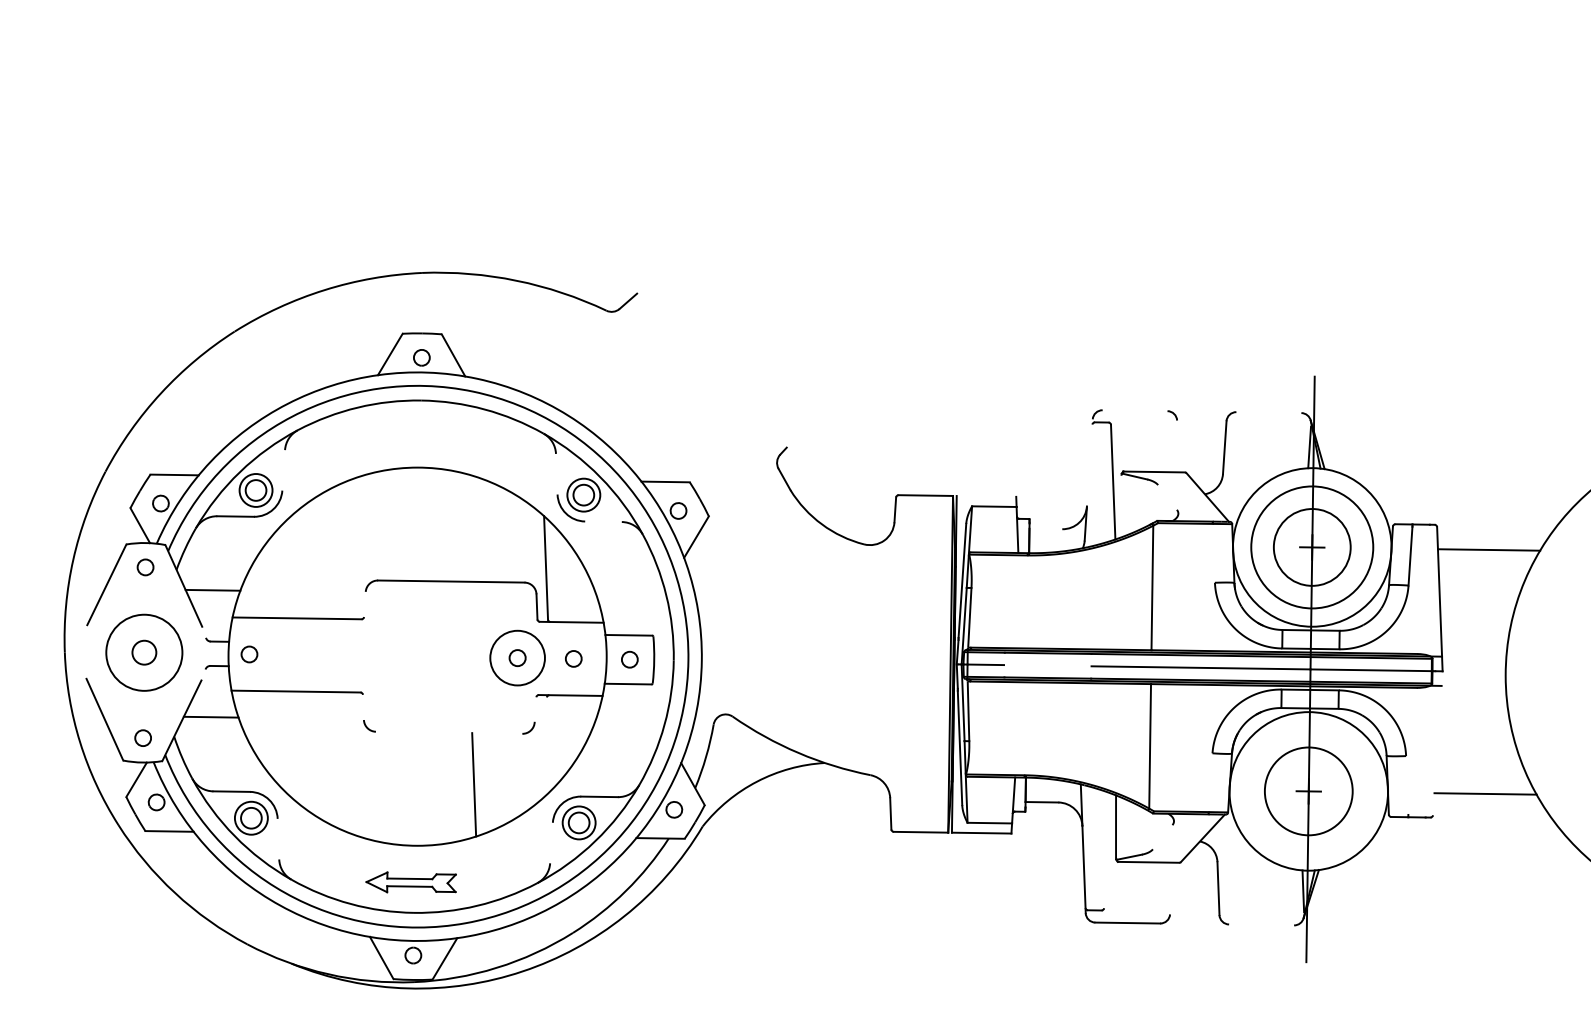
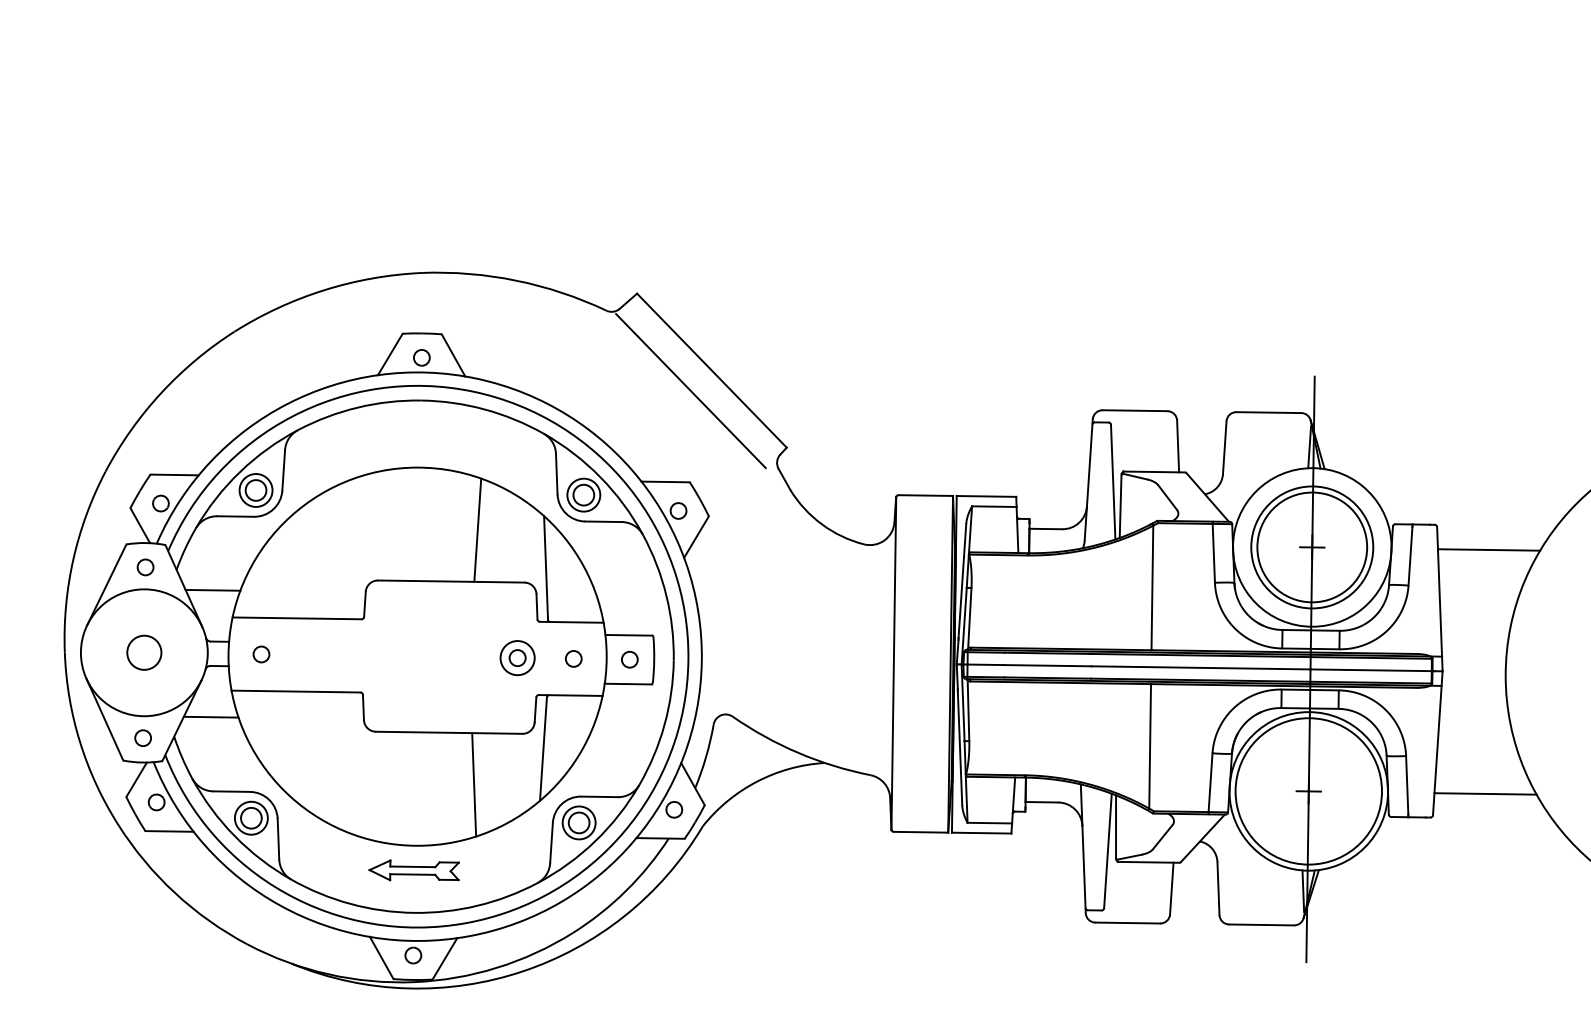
line at (711, 370): none -> present
line at (690, 391): none -> present
line at (1134, 410): none -> present
line at (1268, 412): none -> present
line at (1178, 446): none -> present
line at (1089, 462): none -> present
line at (283, 470): none -> present
line at (556, 473): none -> present
line at (986, 496): none -> present
line at (1167, 497): none -> present
line at (1120, 506): none -> present
line at (603, 521): none -> present
line at (1045, 528): none -> present
line at (477, 529): none -> present
circle at (1311, 547) diameter: 77 px -> 110 px
line at (1213, 552): none -> present
line at (364, 604): none -> present
circle at (144, 652) diameter: 76 px -> 127 px
circle at (144, 652) size: 27x27 px -> 37x37 px
circle at (249, 654) position: (249, 654) -> (261, 654)
circle at (517, 657) diameter: 55 px -> 34 px
line at (893, 663): none -> present
line at (1047, 665): none -> present
line at (362, 707): none -> present
line at (535, 709): none -> present
line at (448, 732): none -> present
line at (1437, 743): none -> present
line at (543, 748): none -> present
line at (1210, 782): none -> present
line at (1407, 785): none -> present
circle at (1308, 791) diameter: 88 px -> 146 px
line at (1162, 837): none -> present
line at (278, 838): none -> present
line at (551, 842): none -> present
line at (1107, 850): none -> present
part at (410, 882) position: (410, 882) -> (413, 870)
line at (1171, 888): none -> present
line at (1261, 924): none -> present
